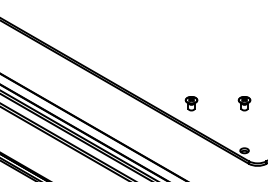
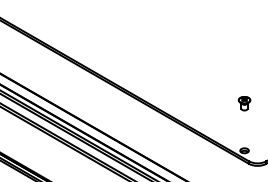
part at (191, 103): present -> none
